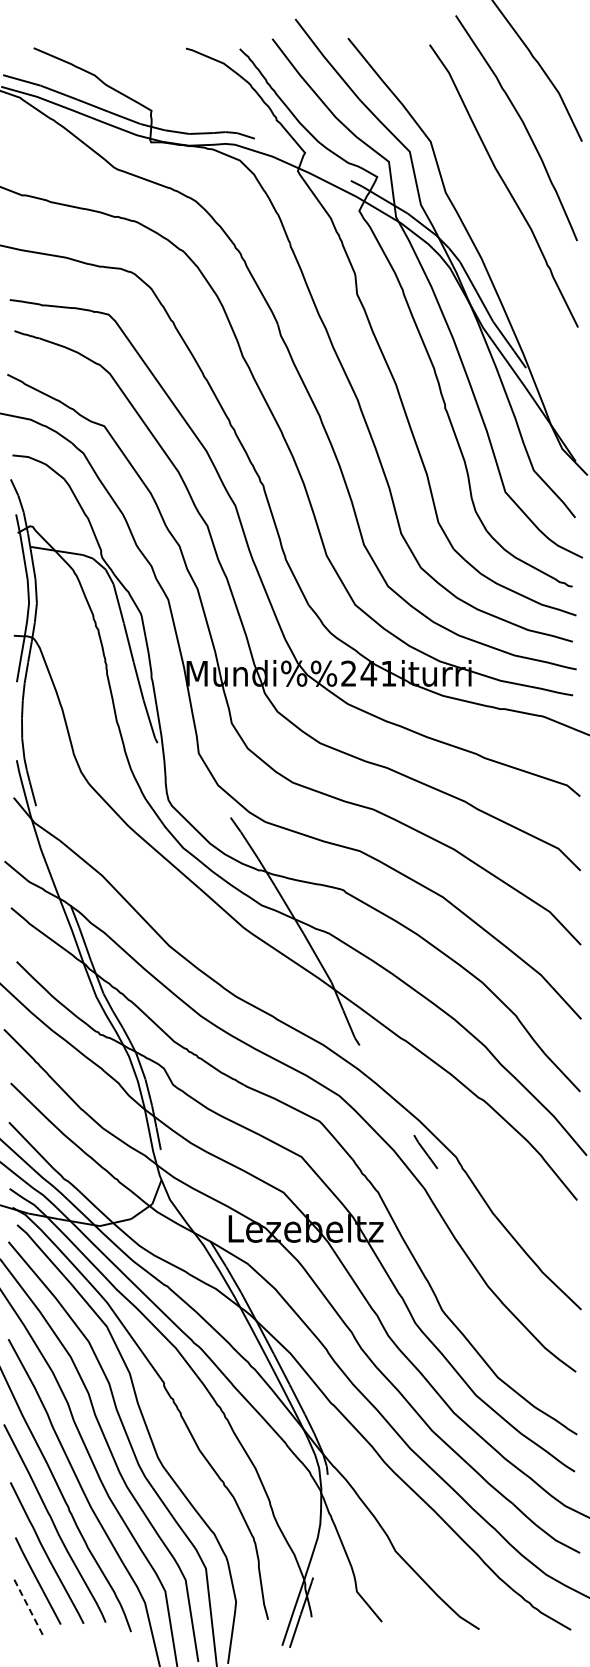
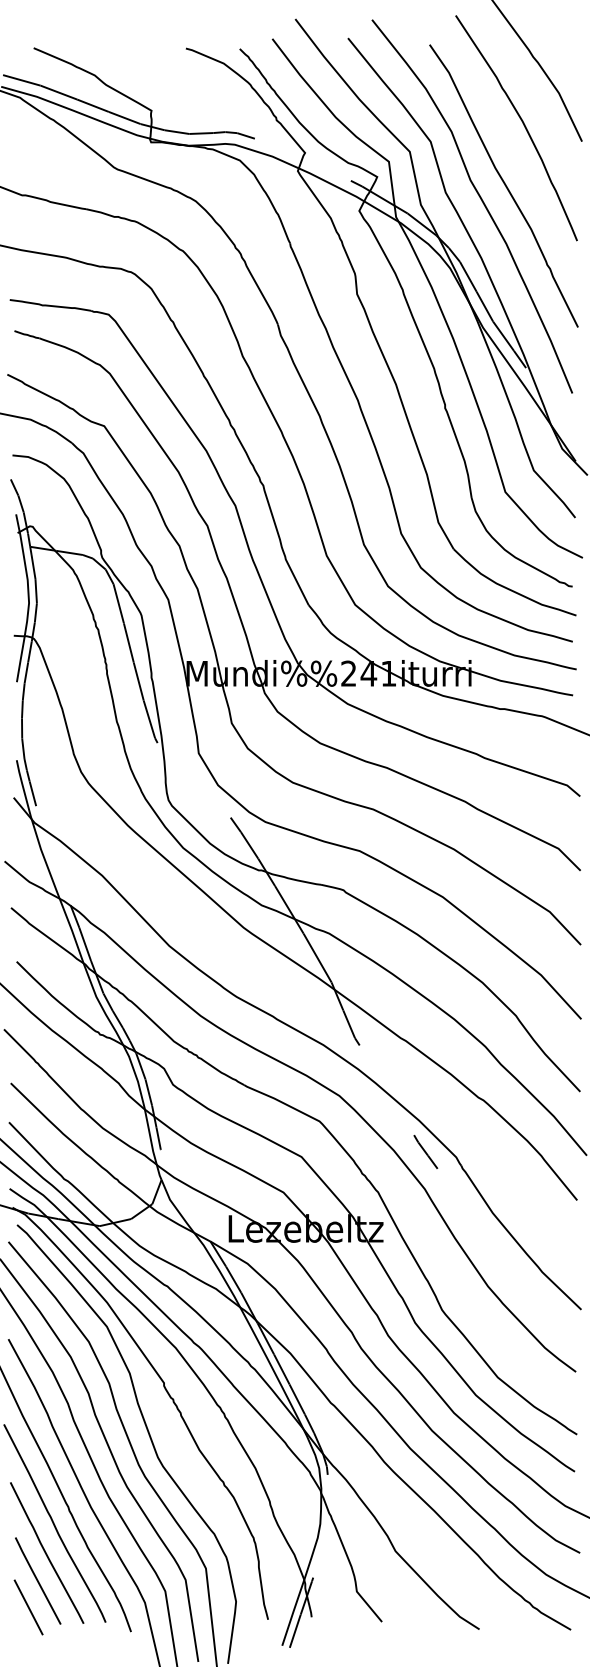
curve at (481, 201): none -> present
line at (28, 1607): dashed -> solid
